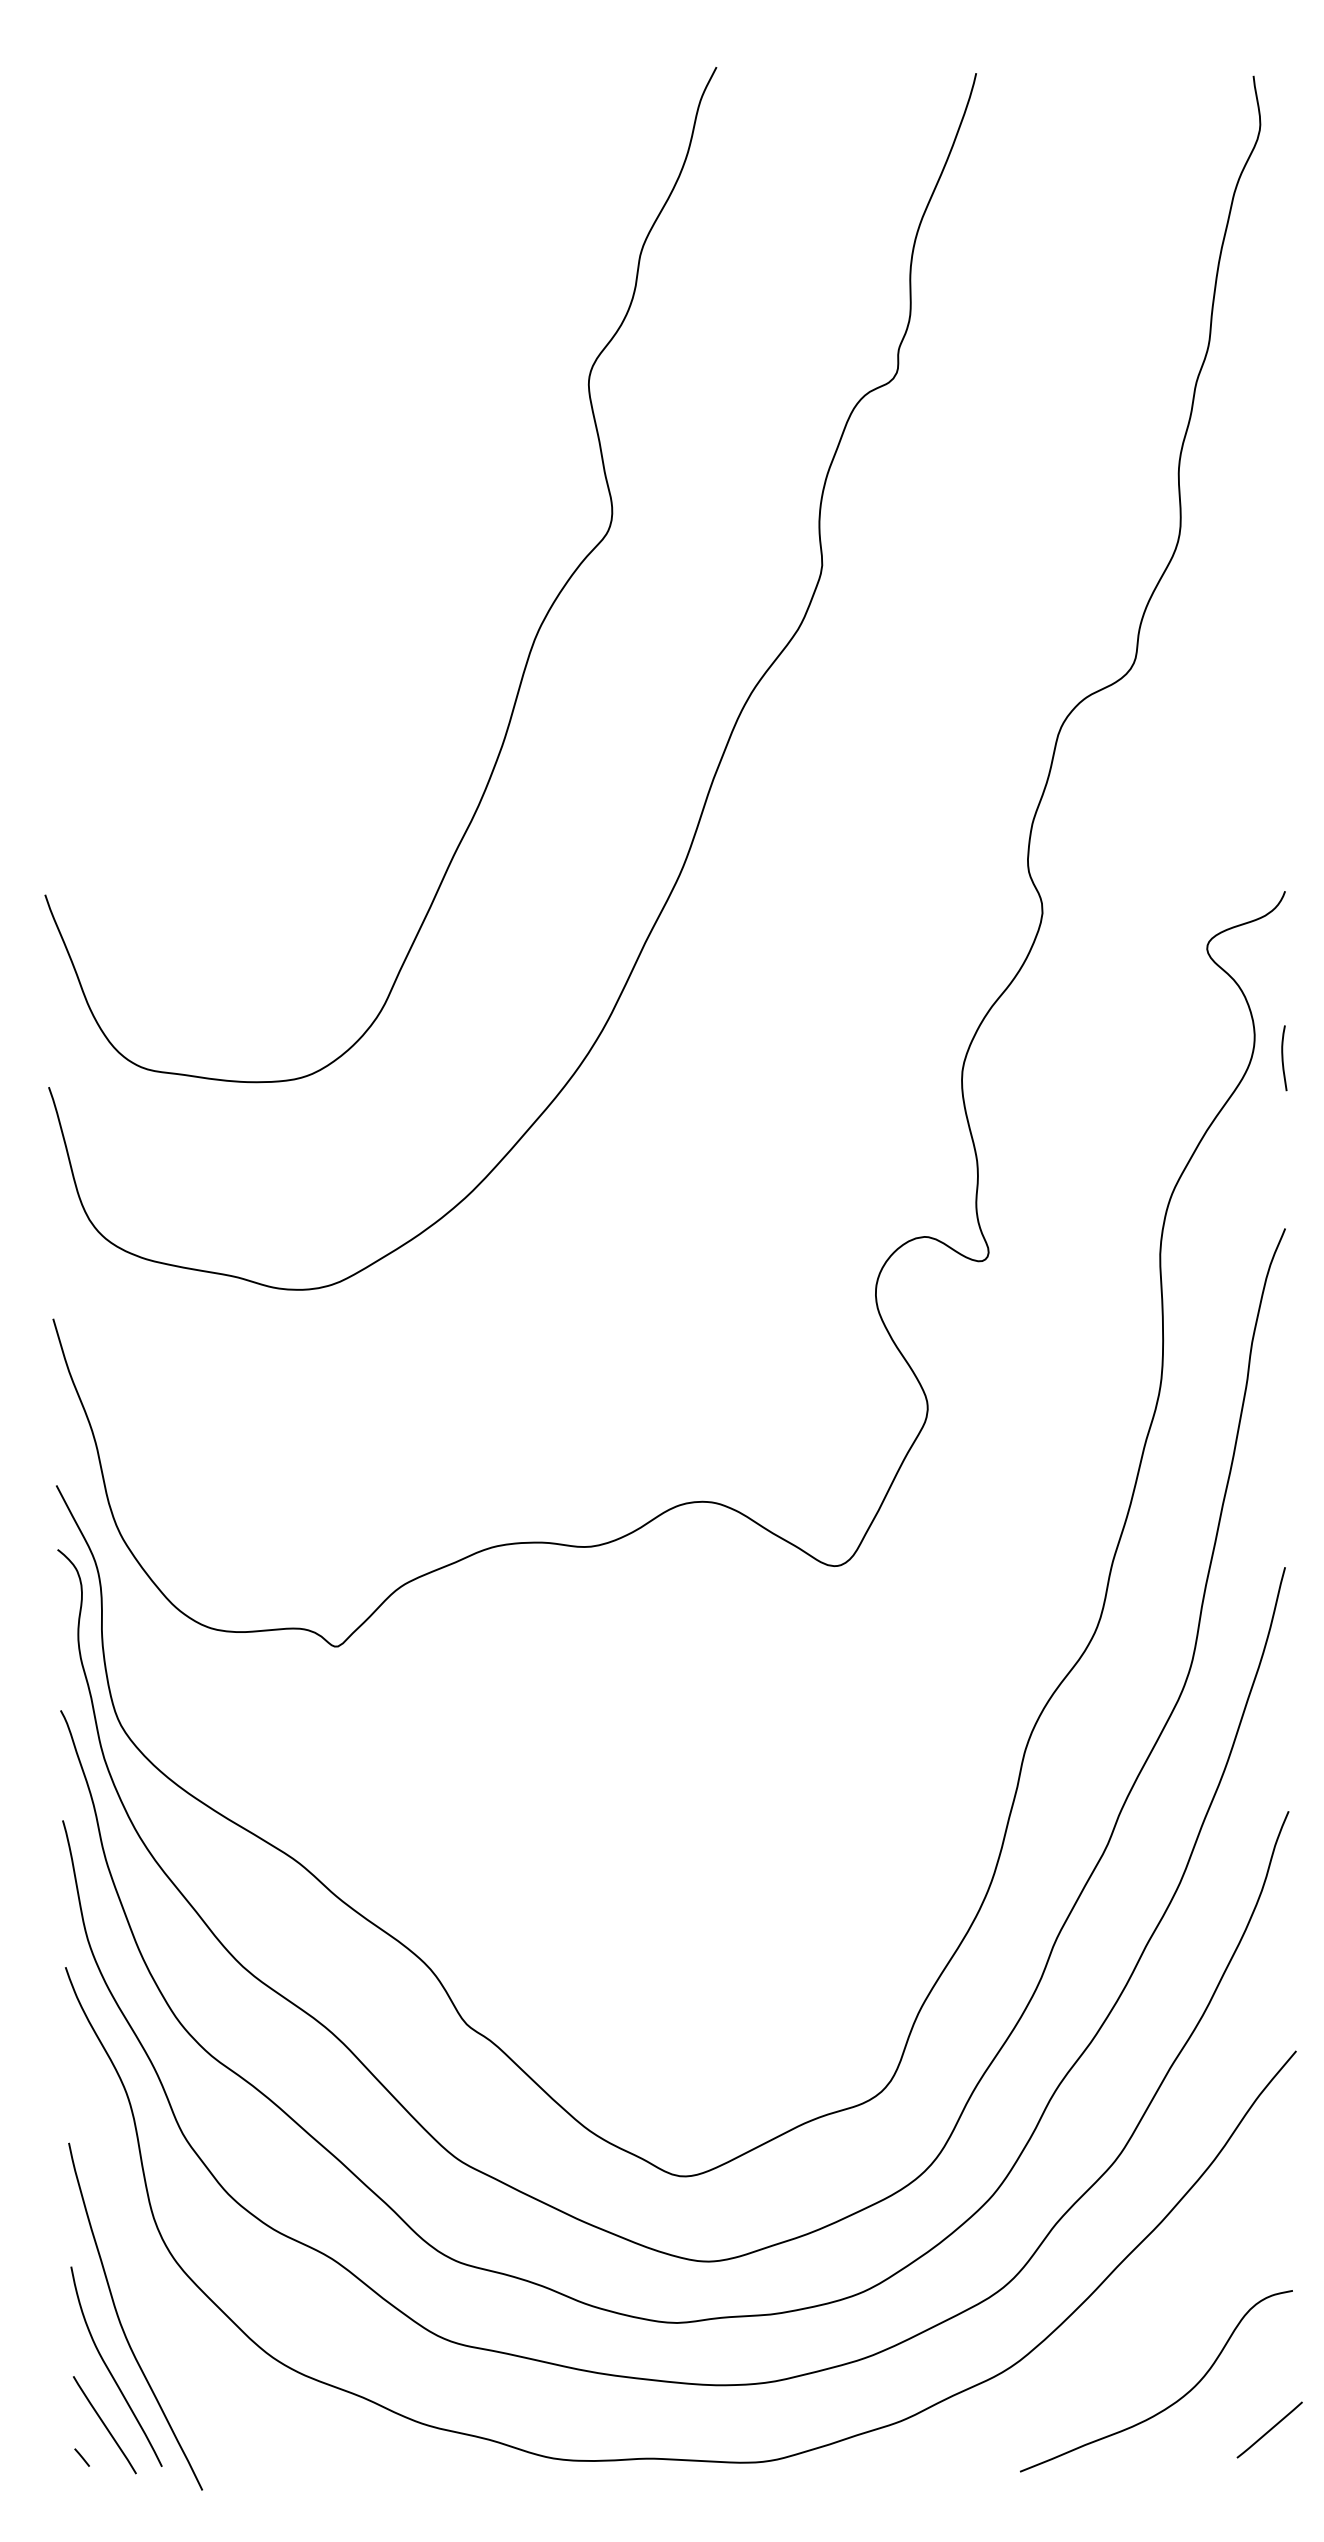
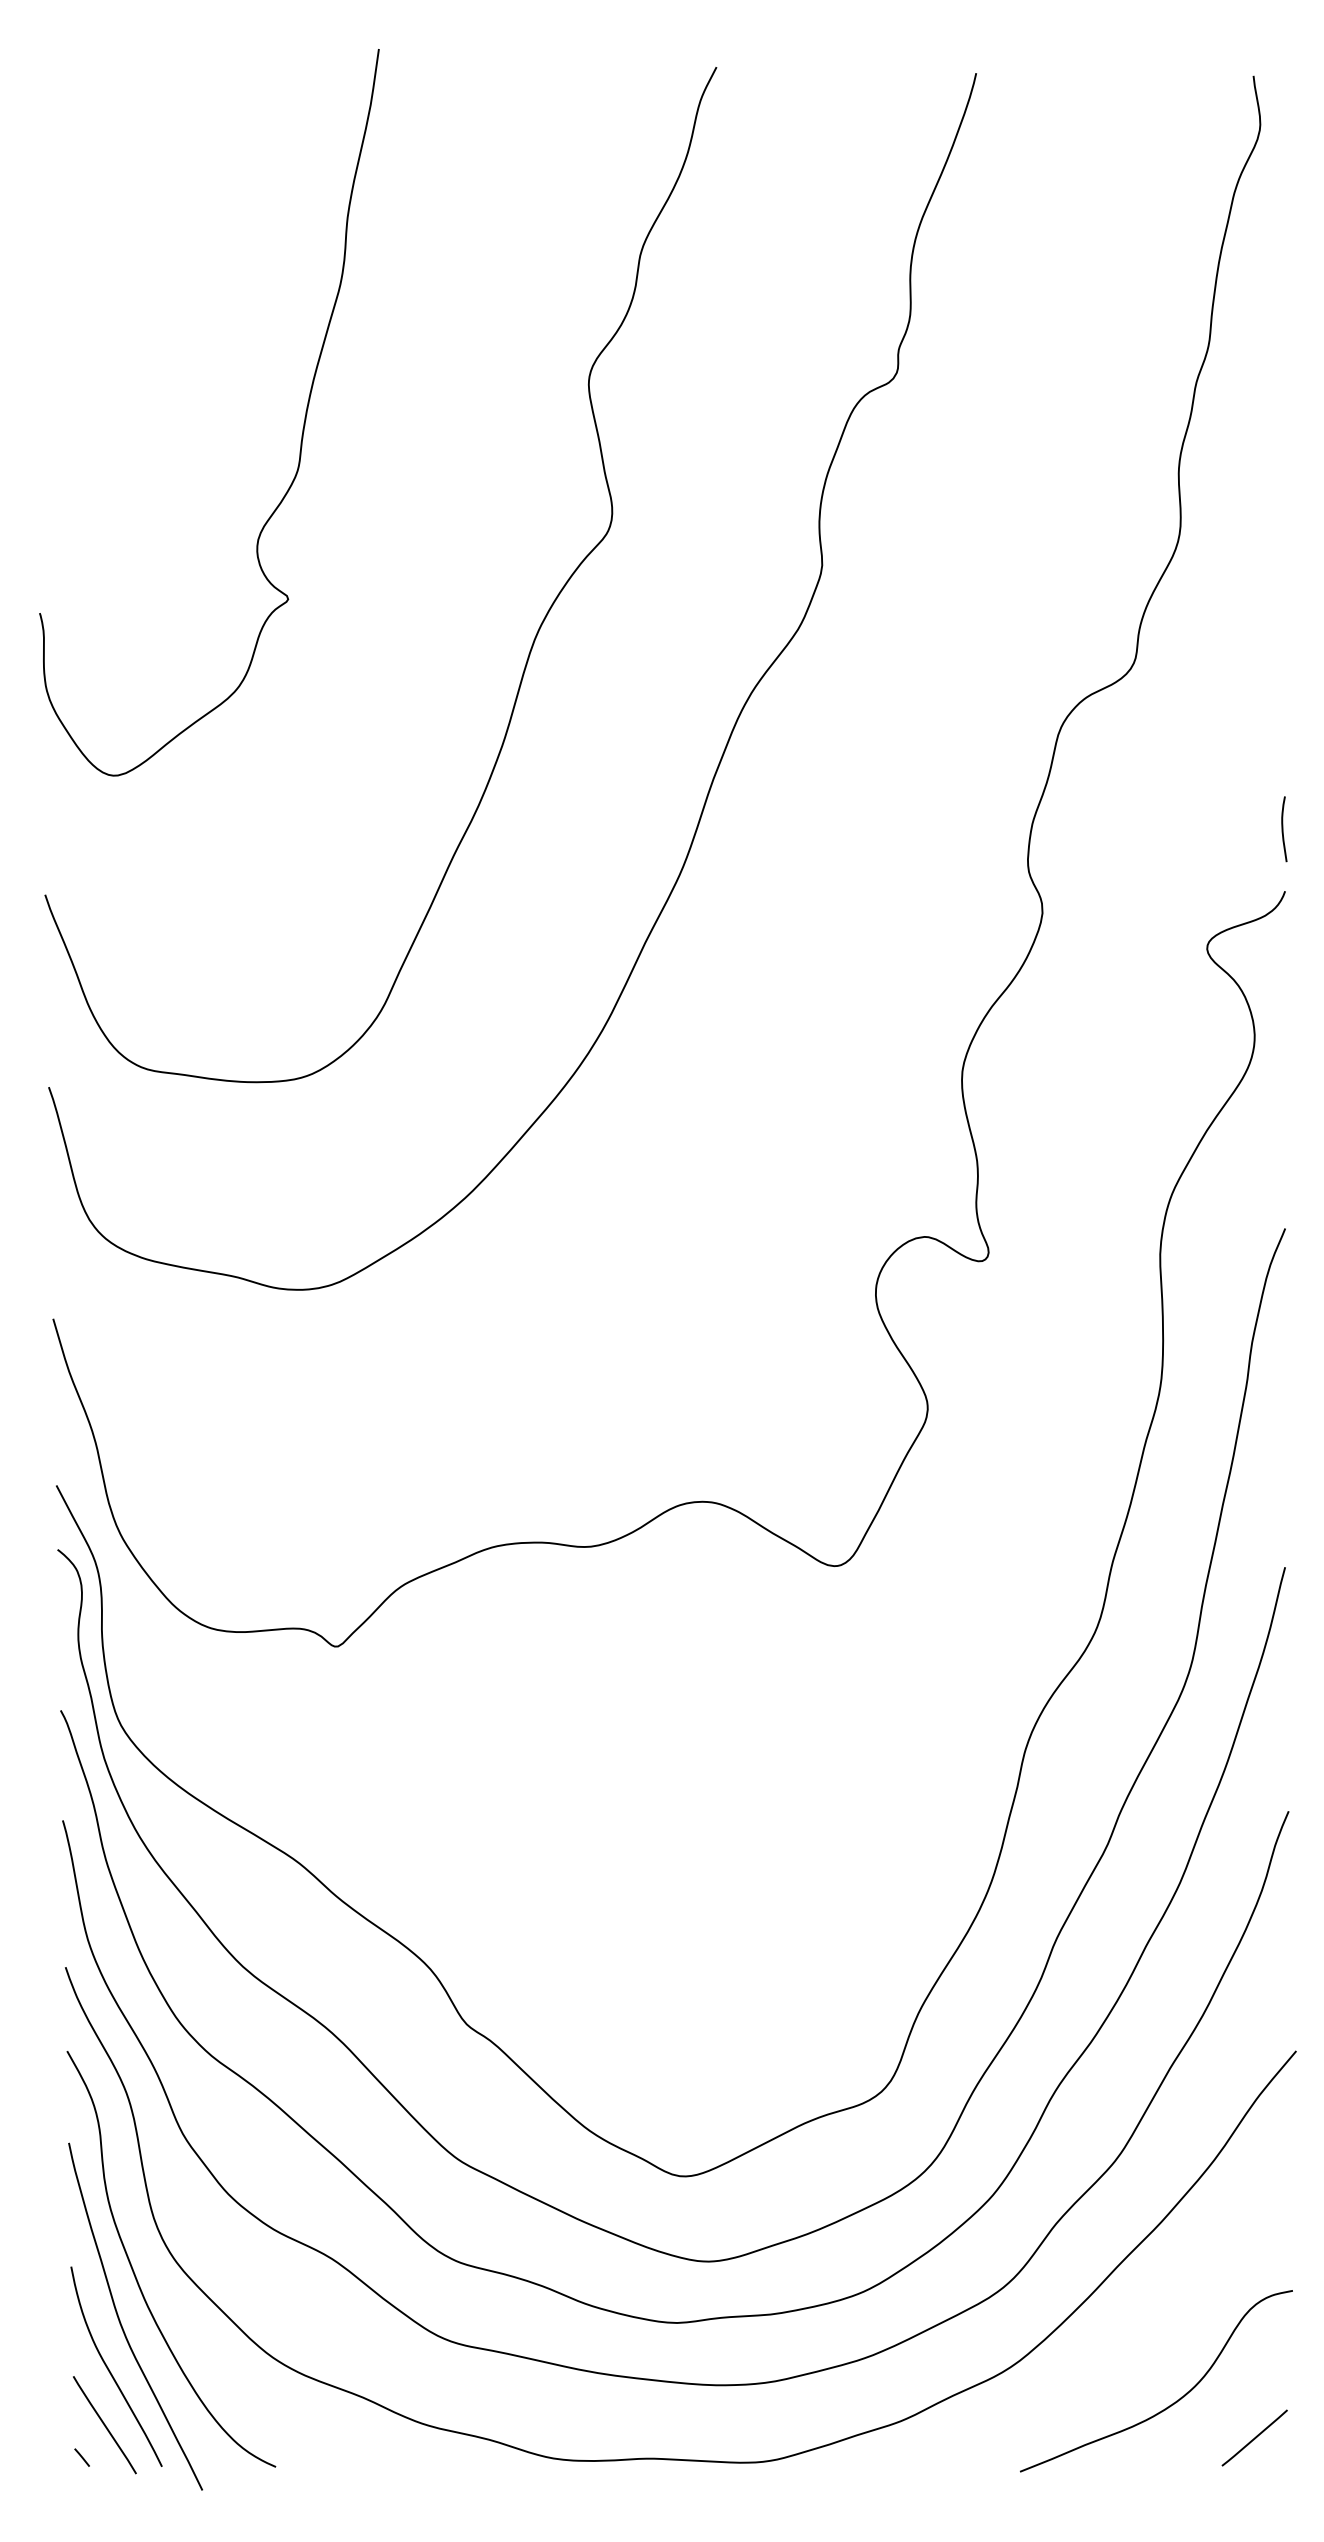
curve at (302, 428): none -> present
curve at (1283, 1058) position: (1283, 1058) -> (1283, 829)
curve at (135, 2273): none -> present
line at (1269, 2429) position: (1269, 2429) -> (1254, 2437)
